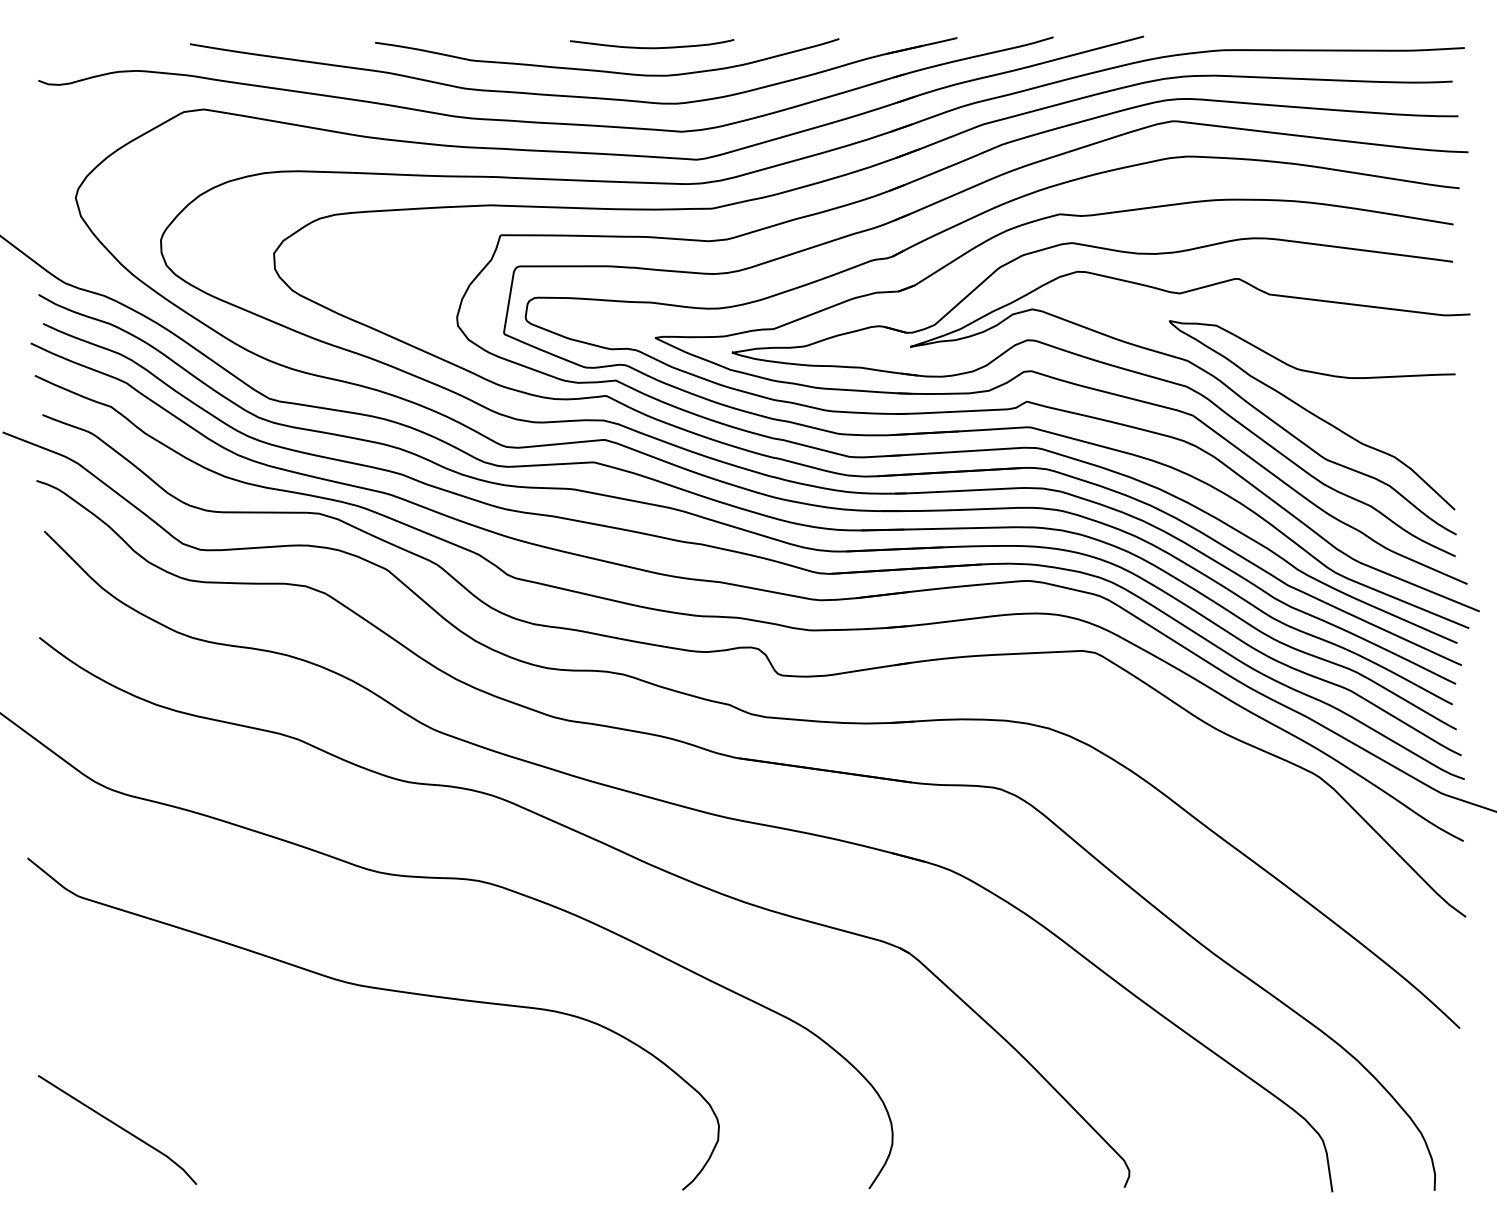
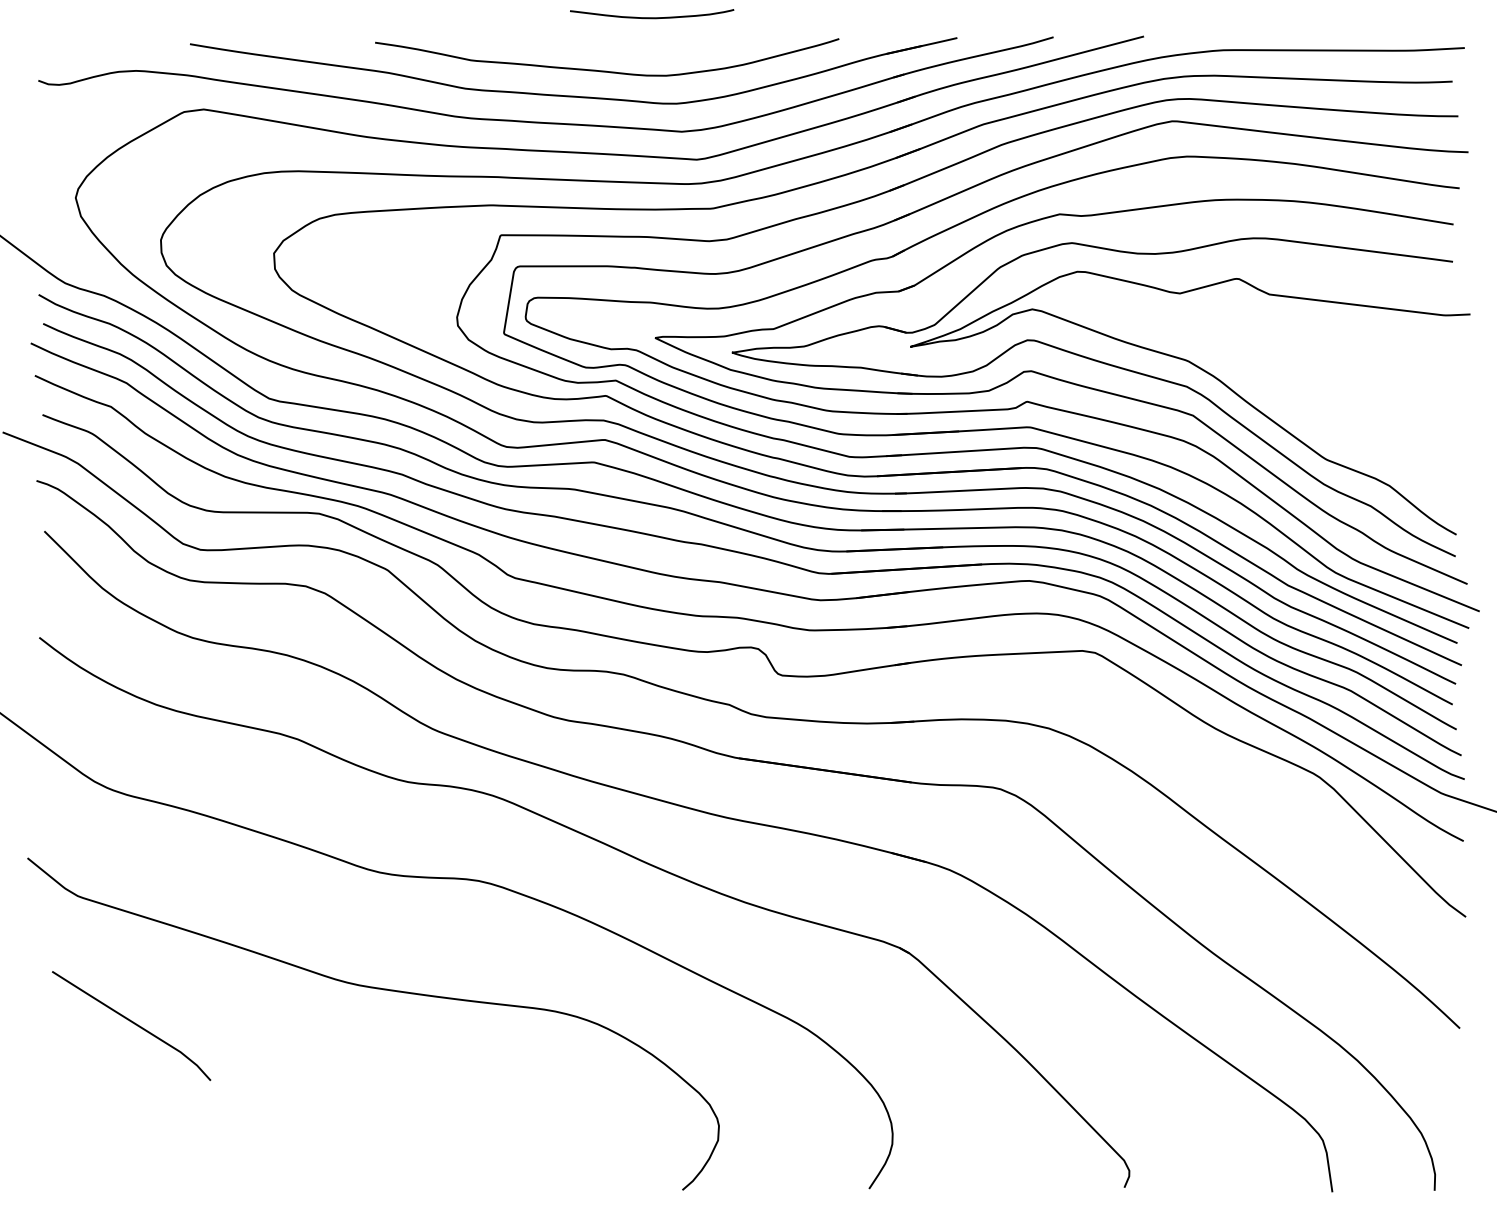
curve at (652, 47) position: (652, 47) -> (652, 17)
curve at (1312, 414): present -> none
curve at (118, 1127) position: (118, 1127) -> (132, 1023)
